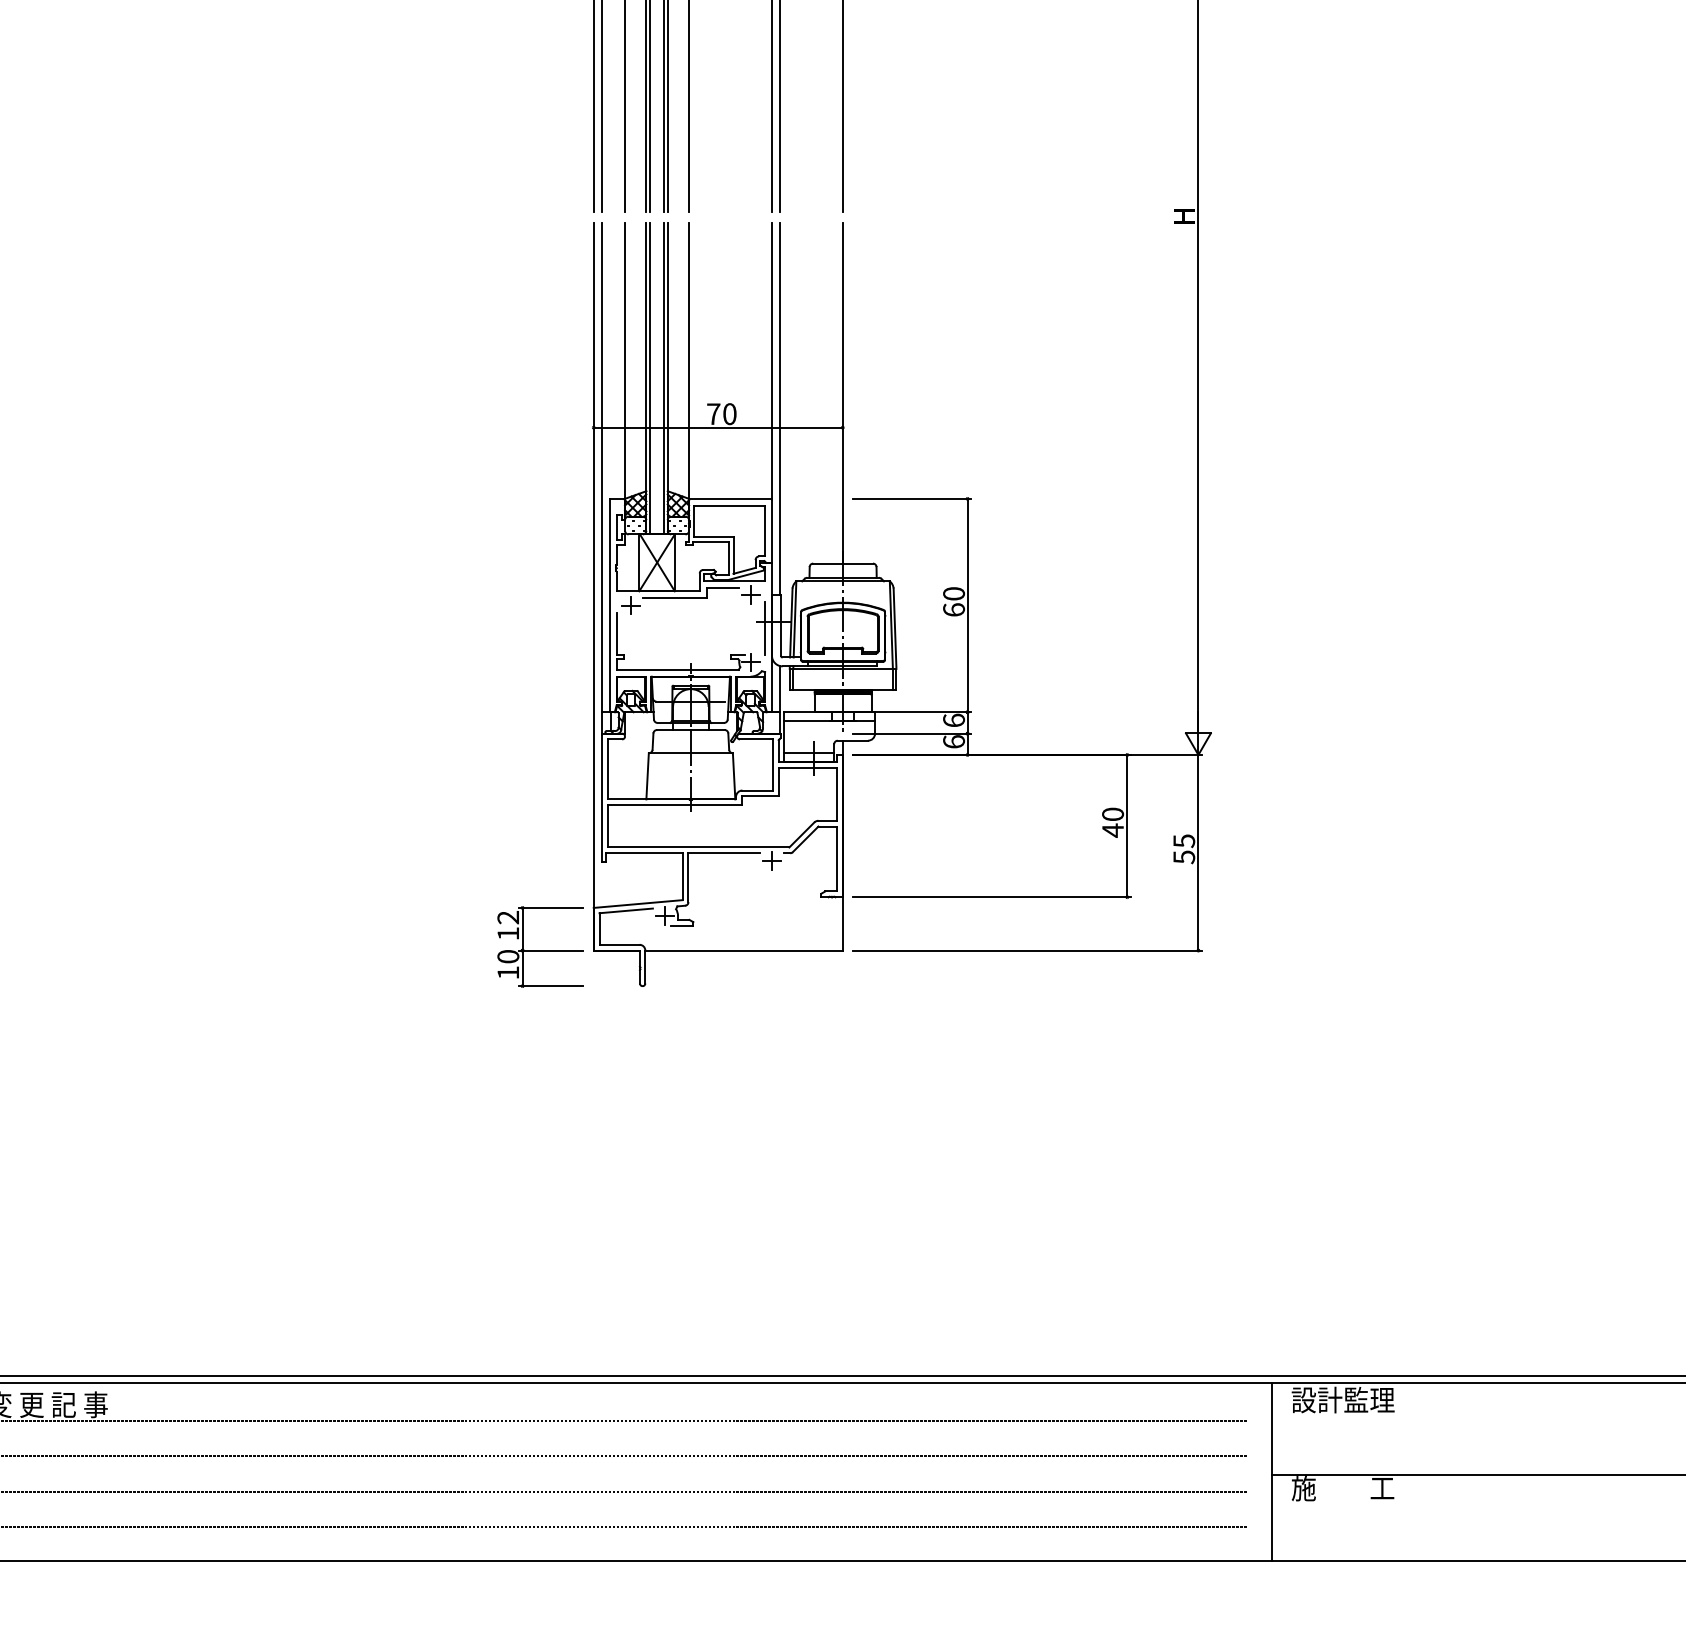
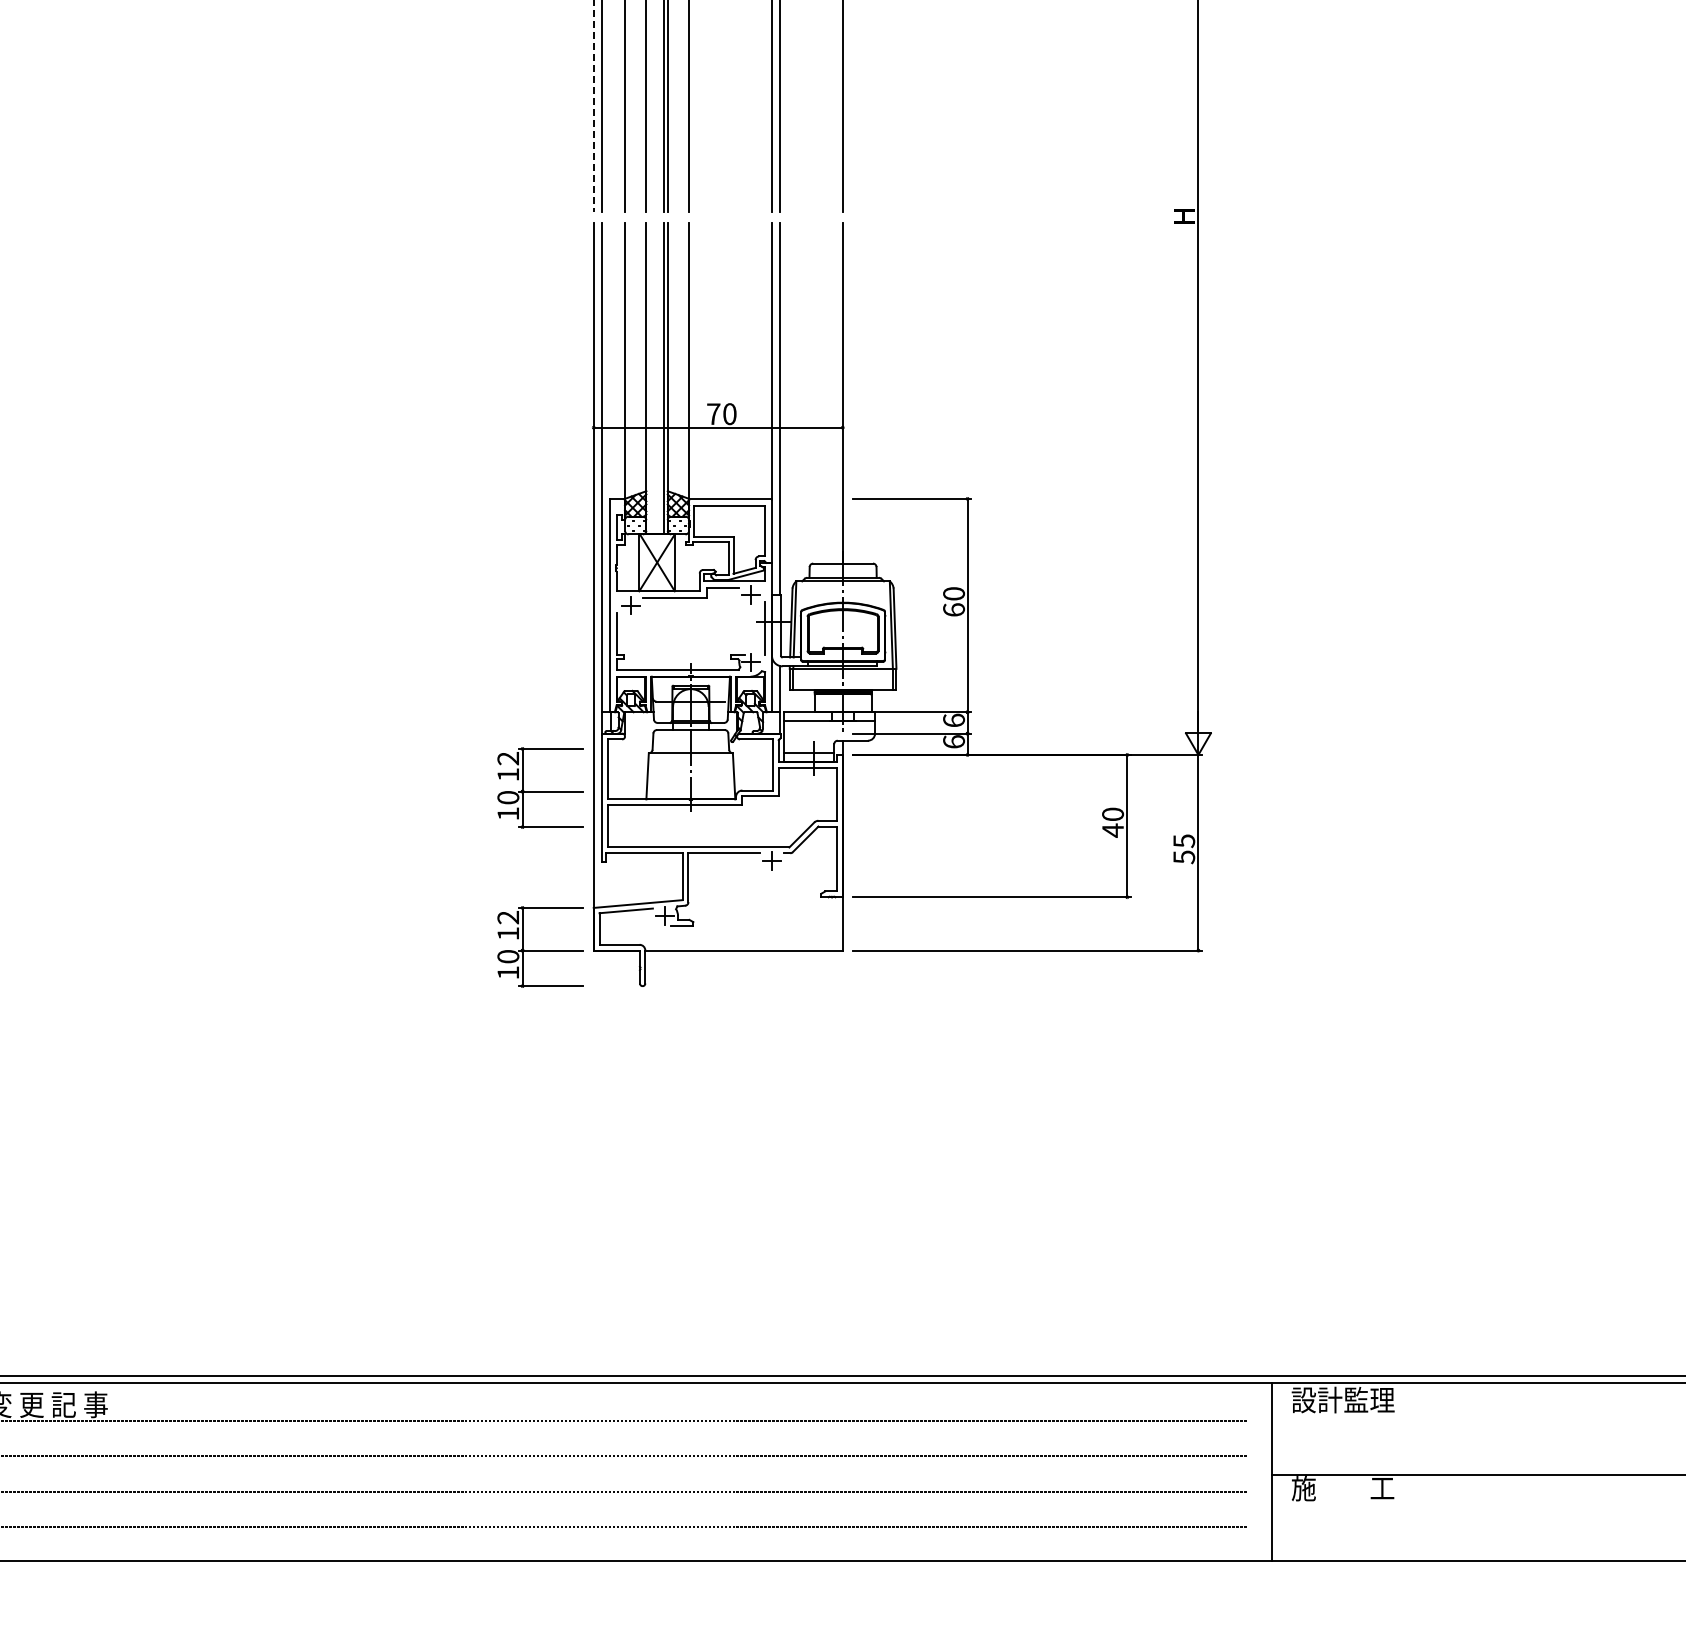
line at (593, 106): solid -> dashed
line at (649, 107): present -> none
line at (649, 378): present -> none
part at (540, 787): none -> present
